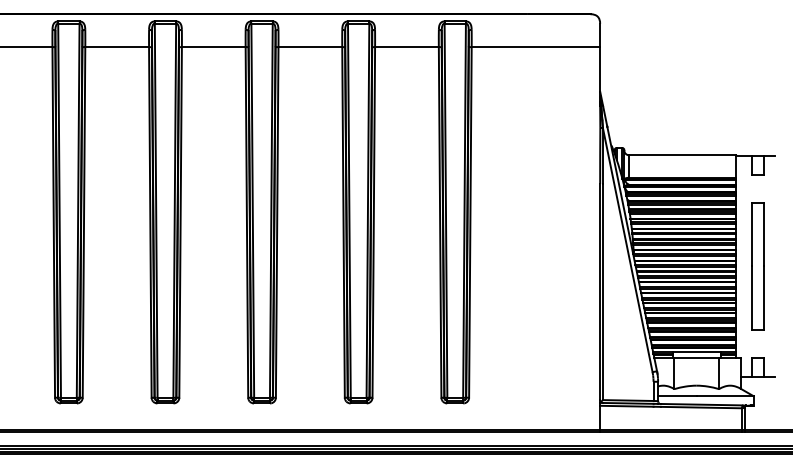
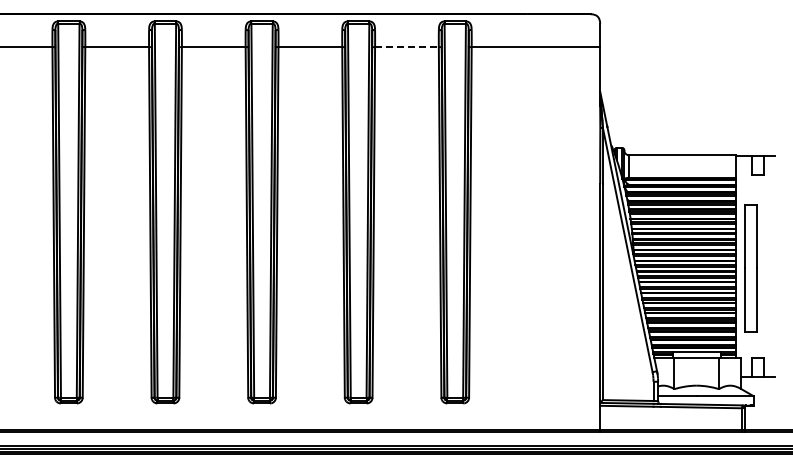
line at (406, 47): solid -> dashed
part at (757, 266) position: (757, 266) -> (750, 268)
